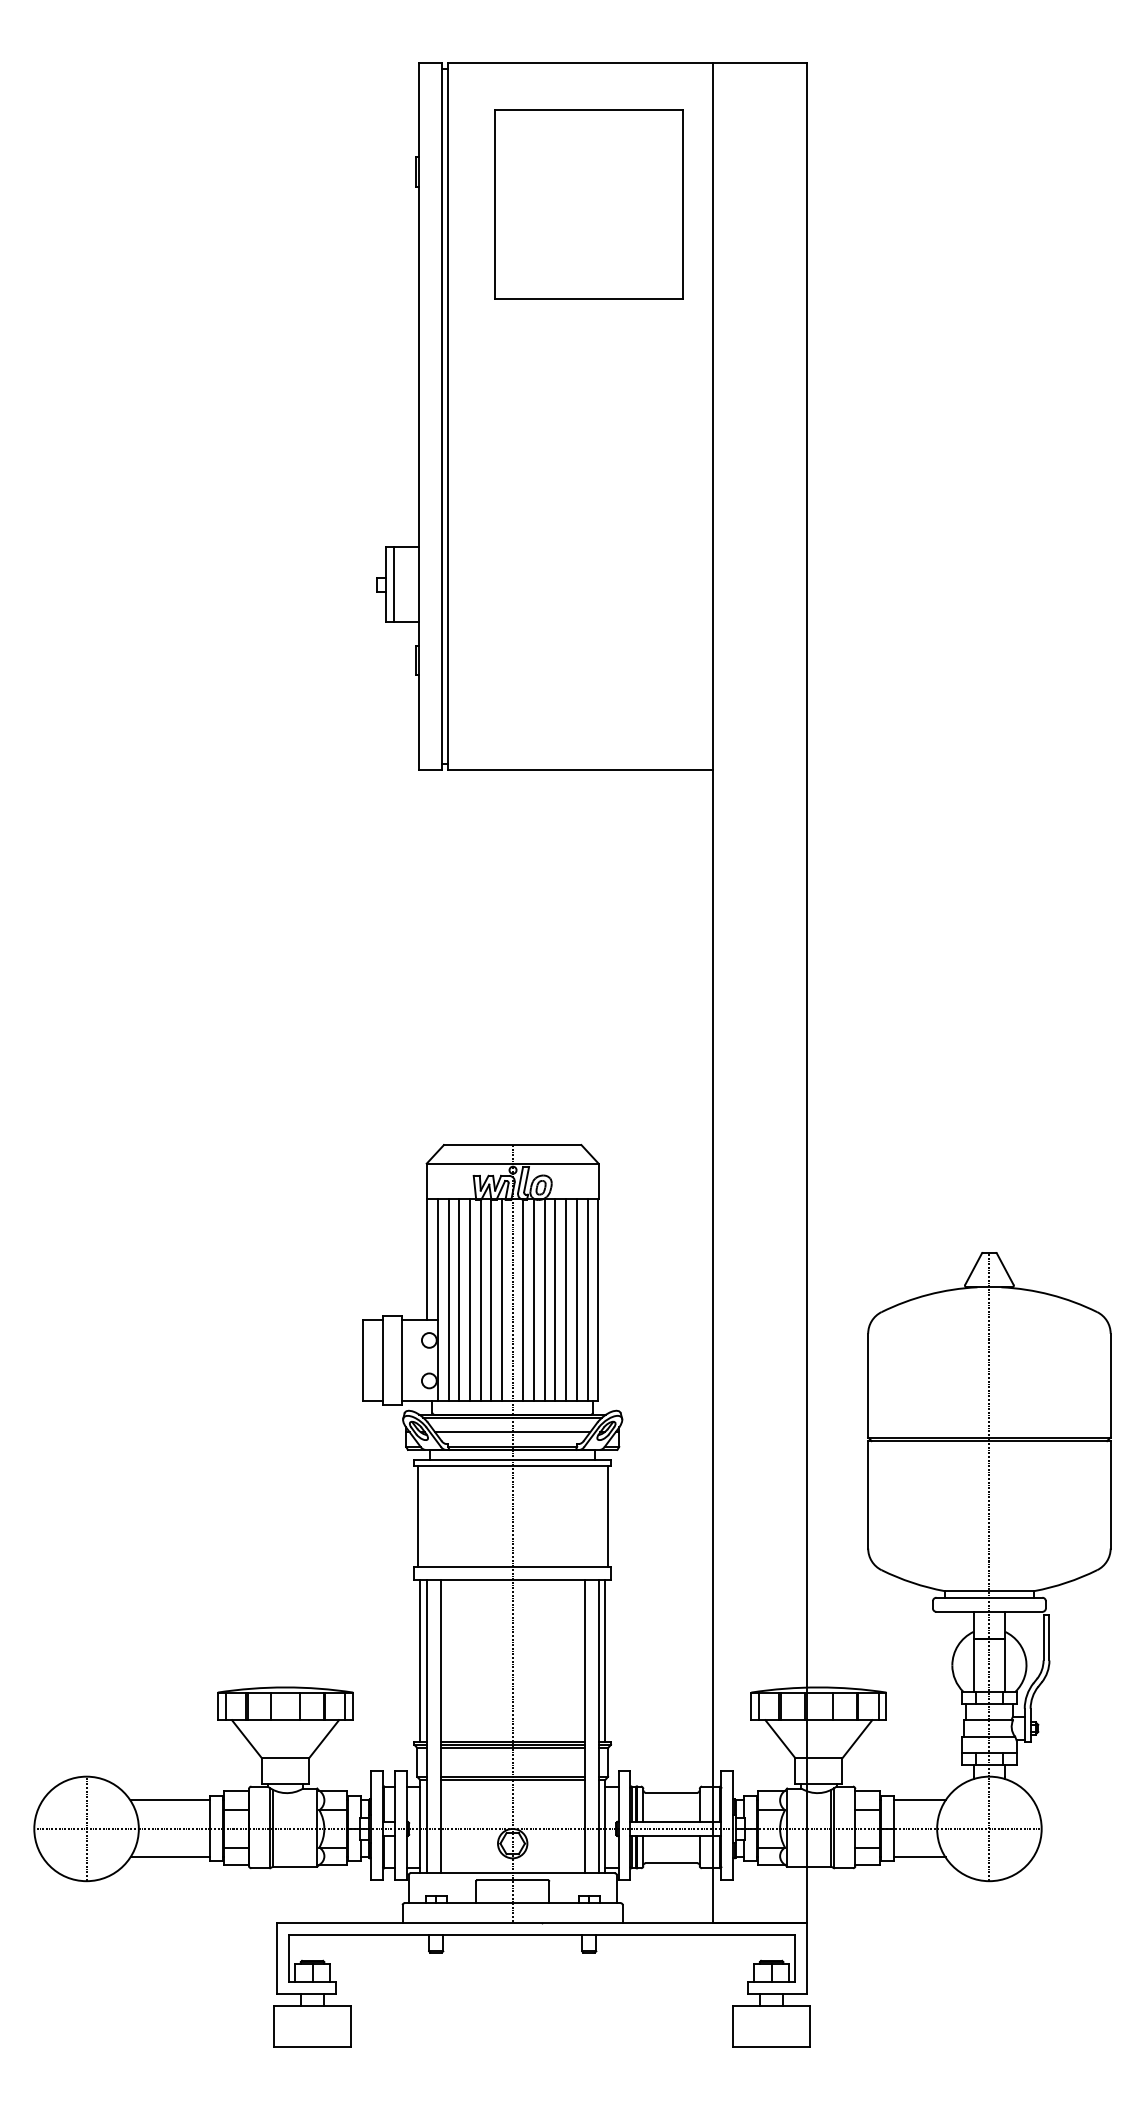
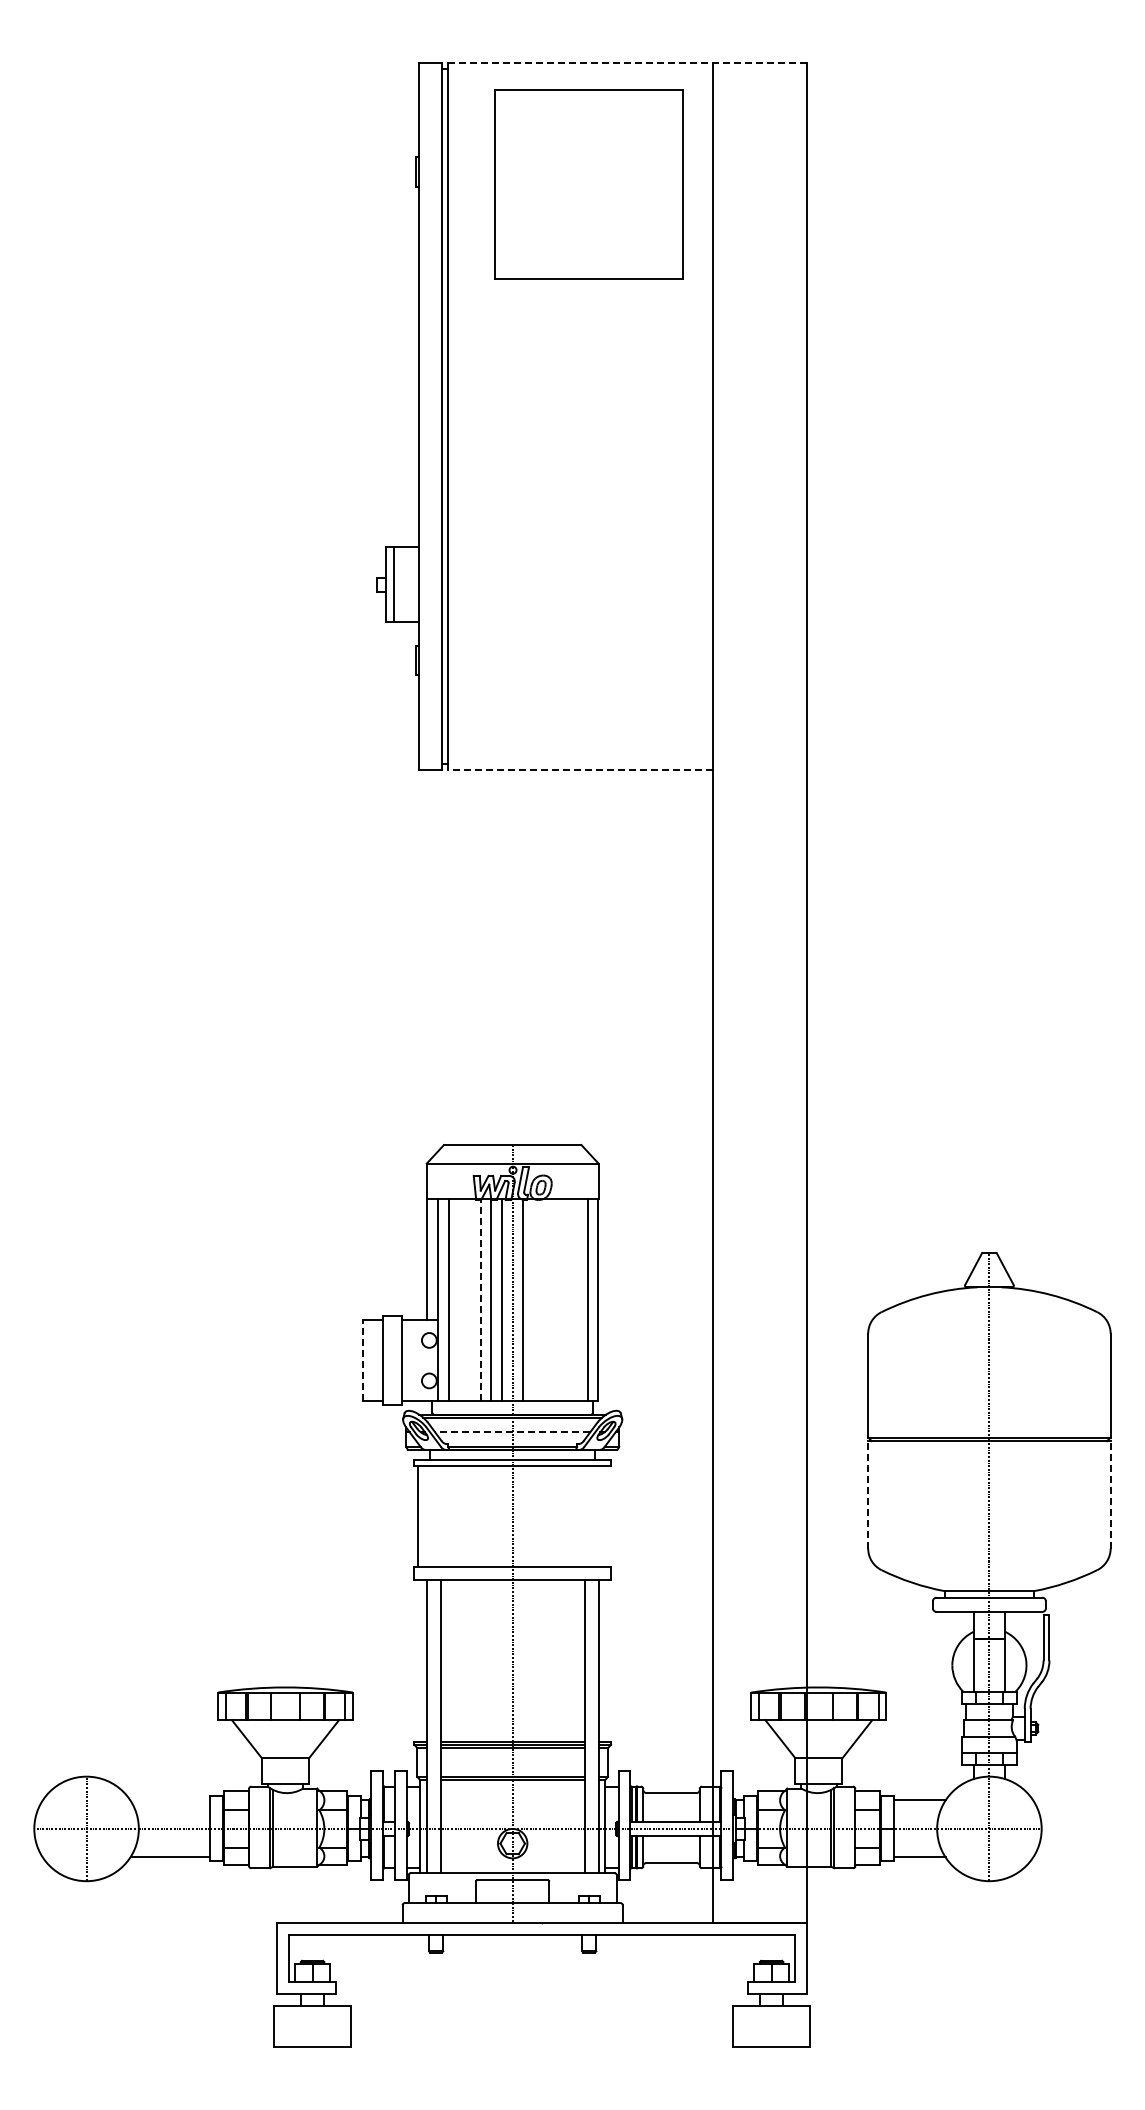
line at (627, 63): solid -> dashed
part at (588, 204) position: (588, 204) -> (588, 184)
line at (579, 769): solid -> dashed
line at (459, 1299): present -> none
line at (469, 1299): present -> none
line at (480, 1299): solid -> dashed
line at (534, 1299): present -> none
line at (544, 1299): present -> none
line at (555, 1299): present -> none
line at (566, 1299): present -> none
line at (576, 1299): present -> none
line at (363, 1360): solid -> dashed
line at (512, 1432): solid -> dashed
line at (868, 1494): solid -> dashed
line at (1110, 1494): solid -> dashed
line at (607, 1516): present -> none
line at (420, 1660): present -> none
line at (605, 1660): present -> none
line at (170, 1800): present -> none
